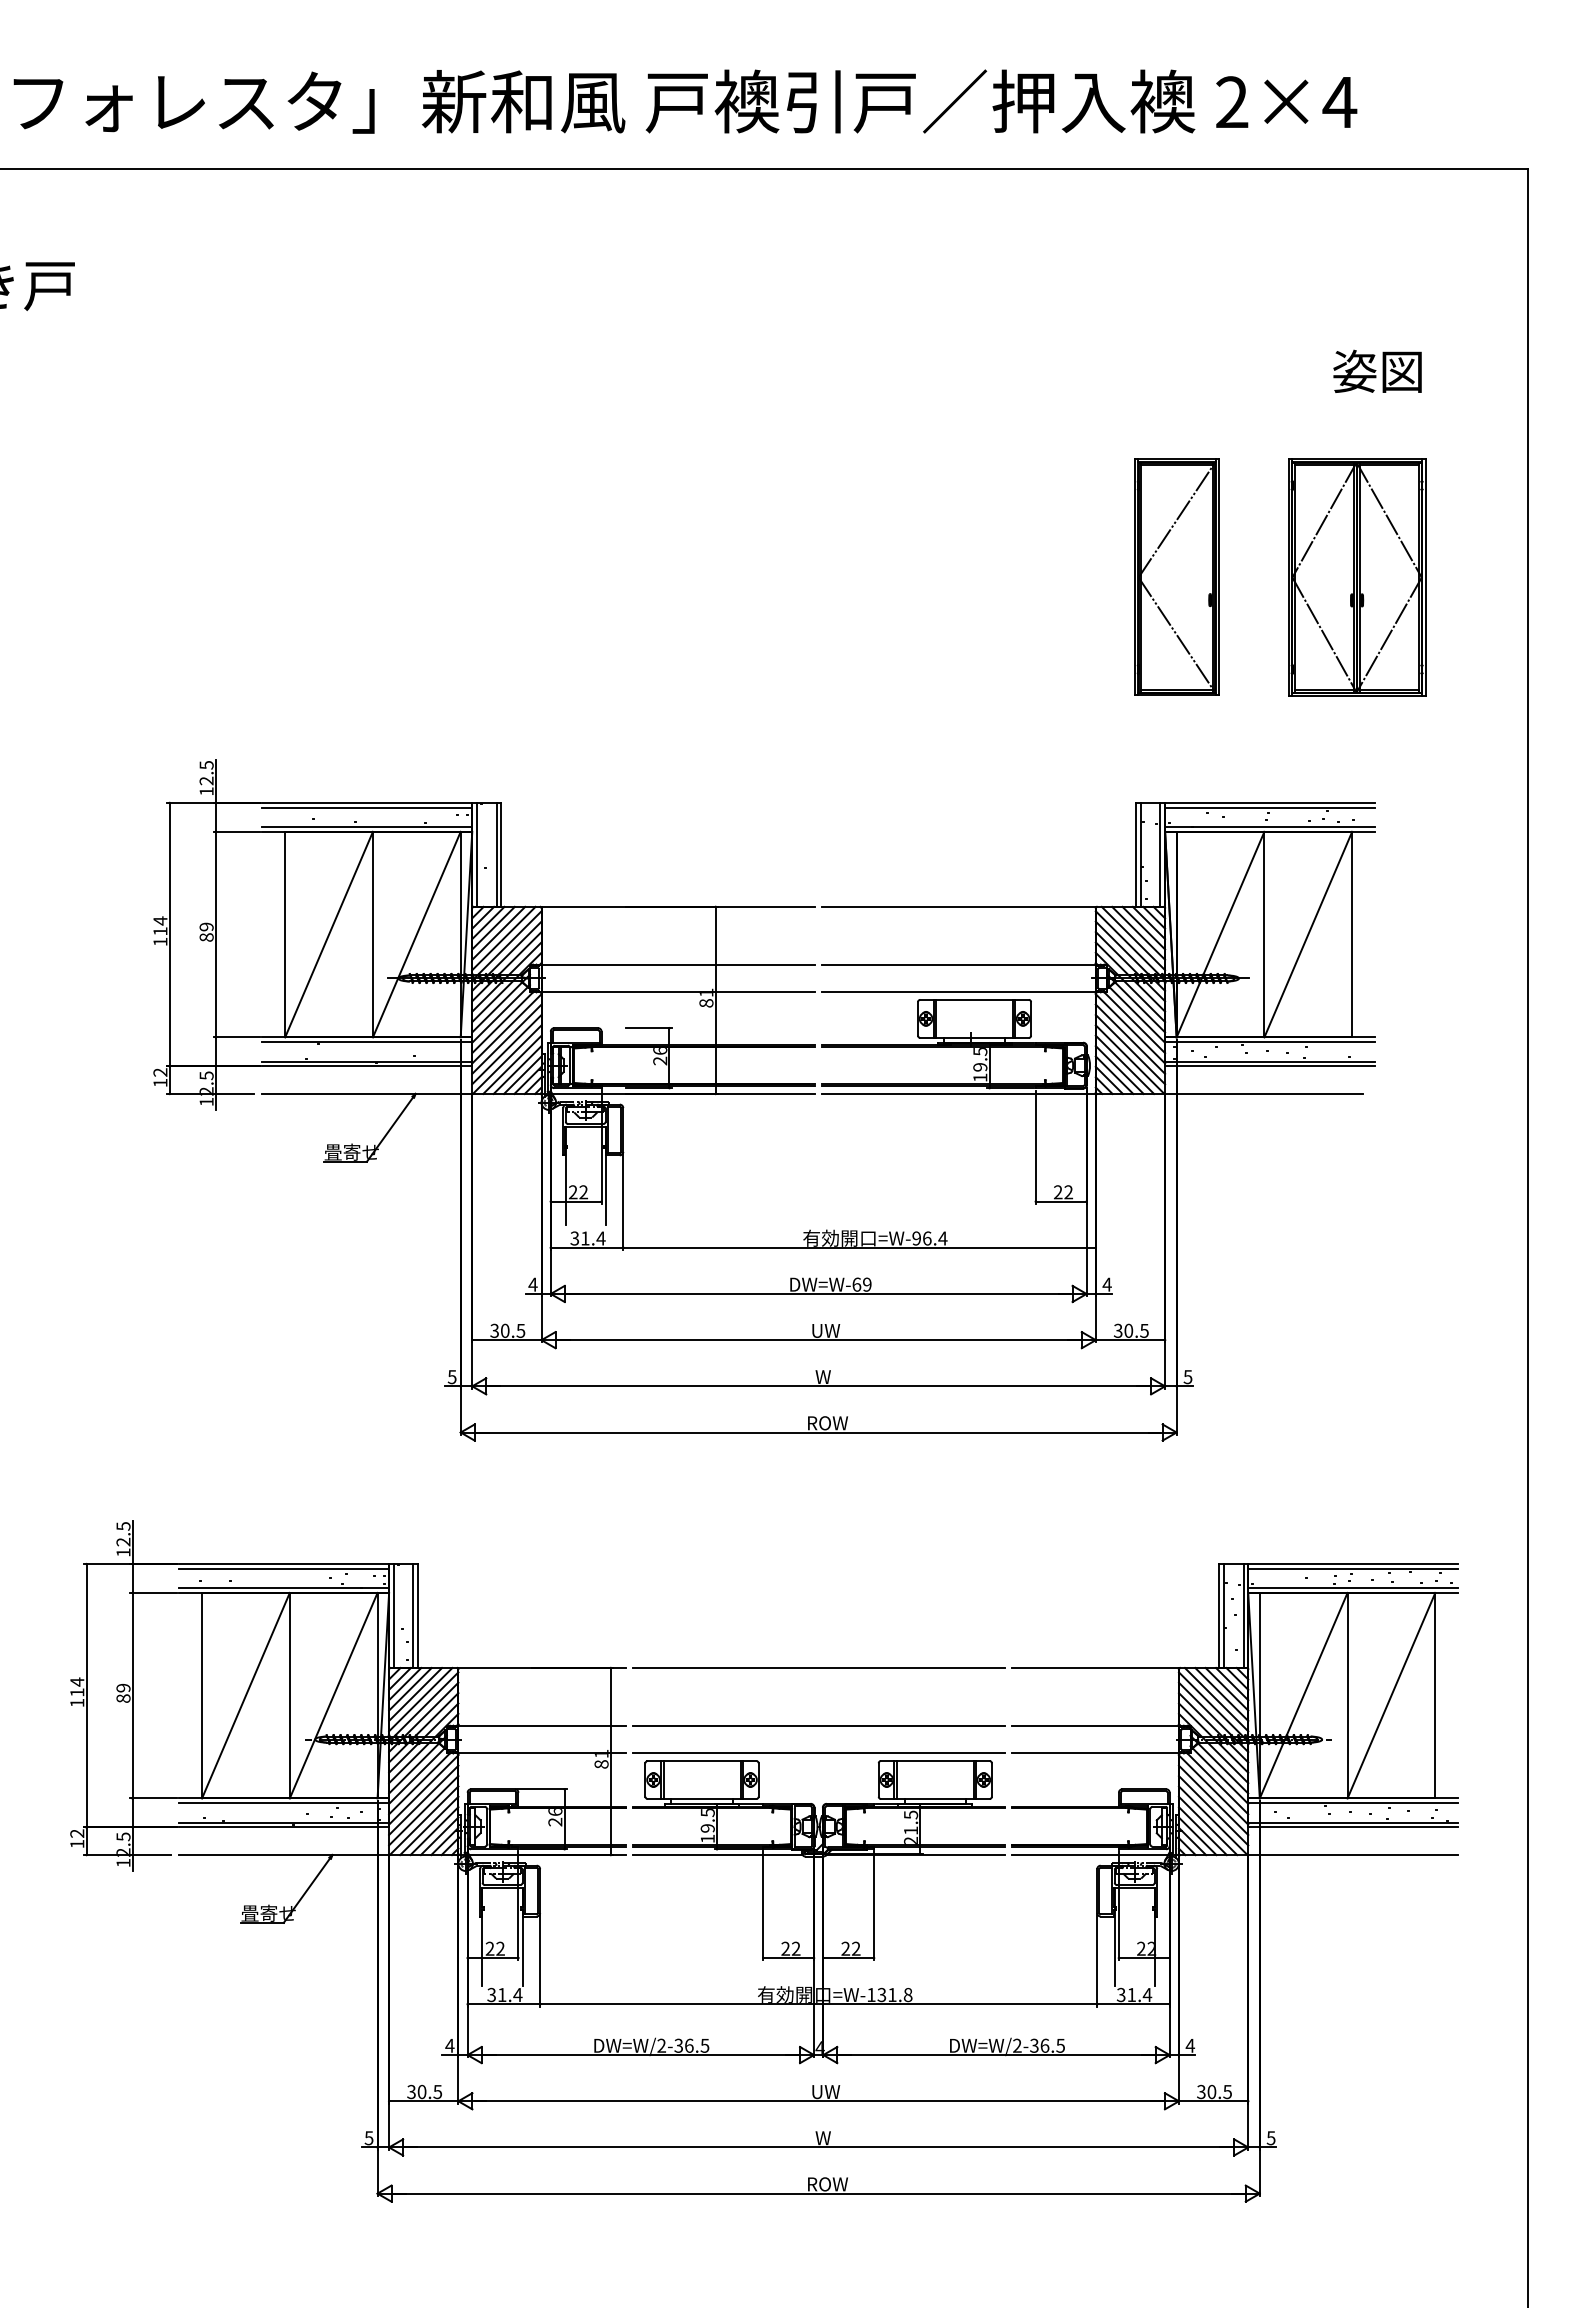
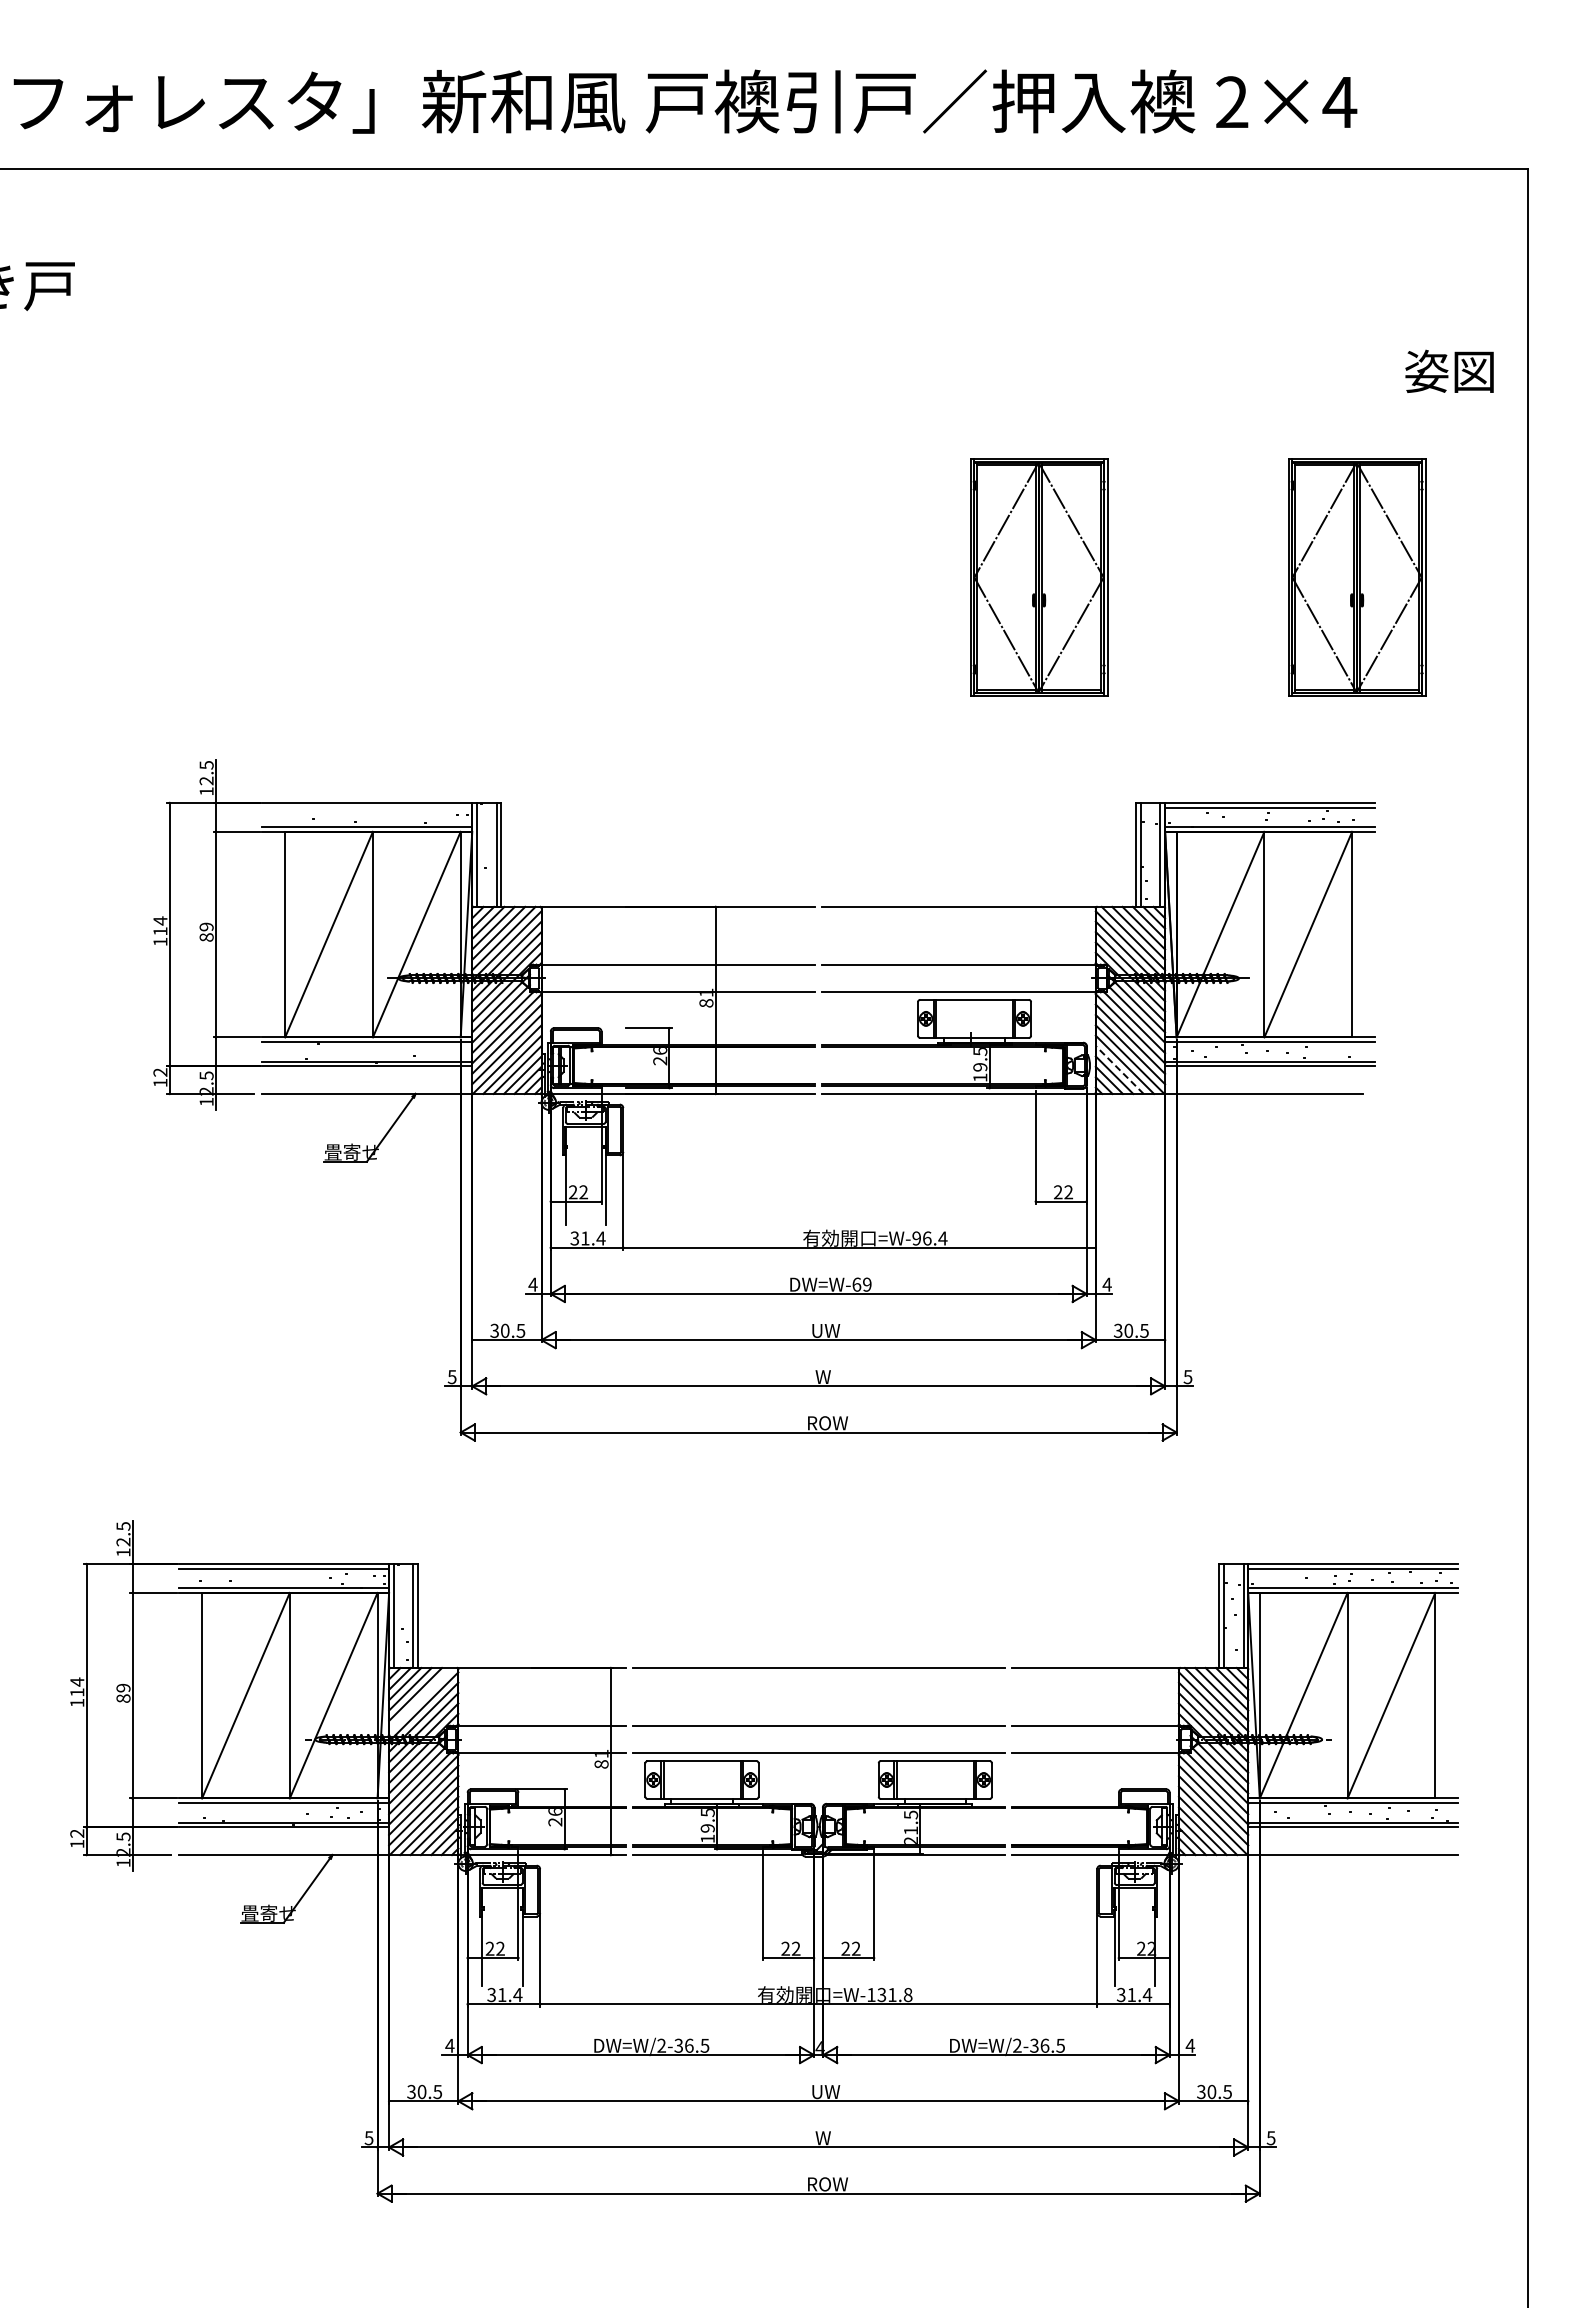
text at (1377, 370) position: (1377, 370) -> (1449, 370)
part at (1176, 576): present -> none
part at (1039, 577): none -> present
line at (367, 807): present -> none
line at (1119, 1070): solid -> dashed
line at (420, 1699): present -> none
